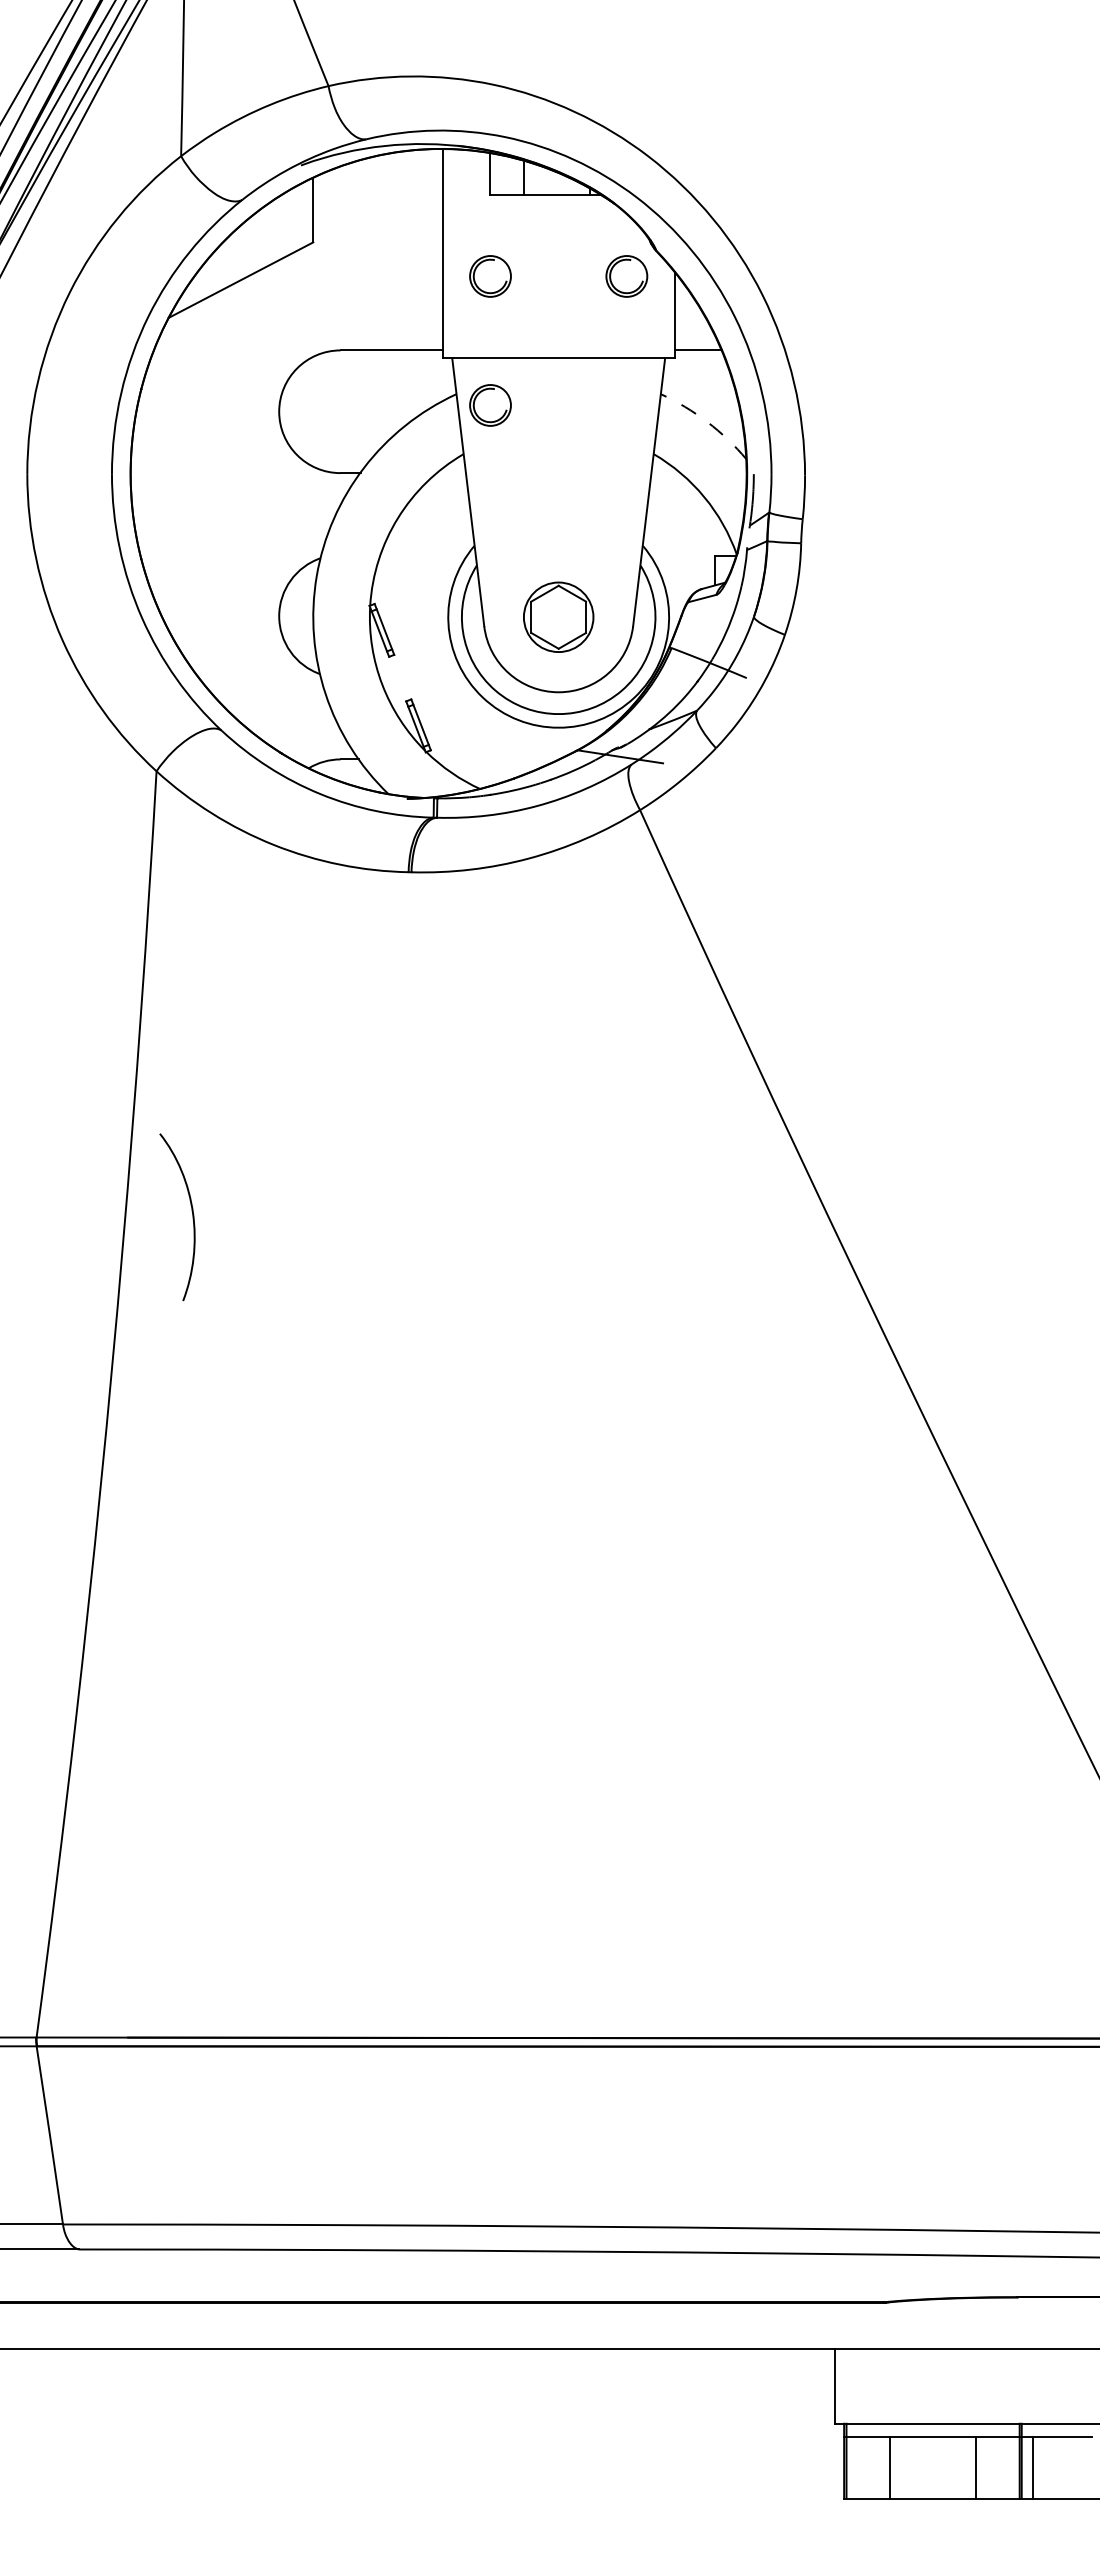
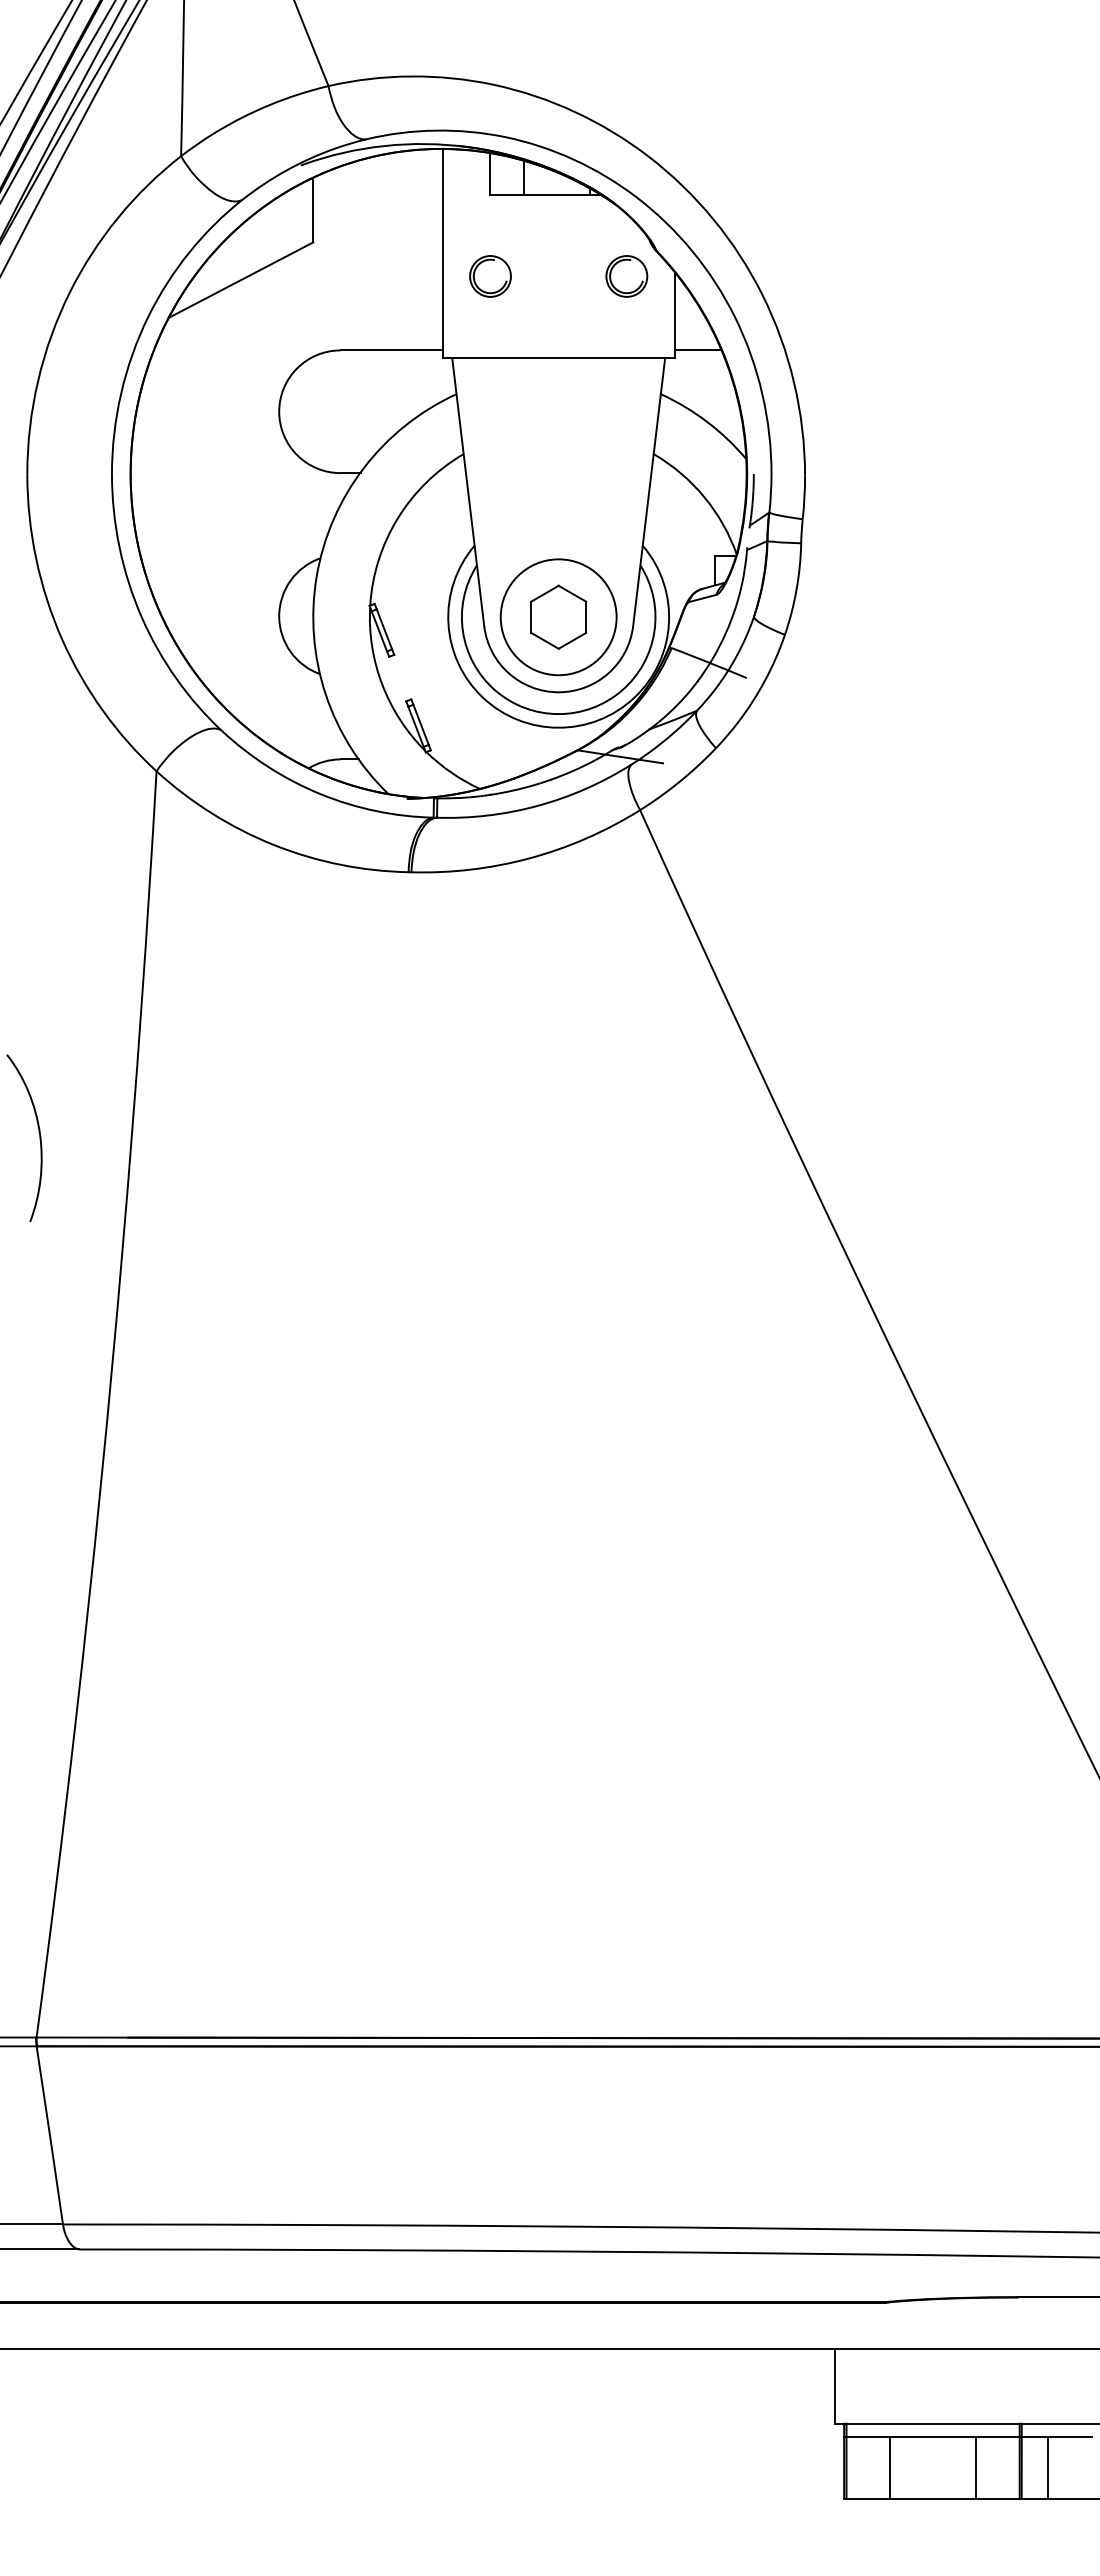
part at (490, 405): present -> none
arc at (707, 422): dashed -> solid
circle at (558, 617) diameter: 70 px -> 116 px
curve at (192, 1217) position: (192, 1217) -> (39, 1138)
line at (1033, 2467) position: (1033, 2467) -> (1048, 2467)
